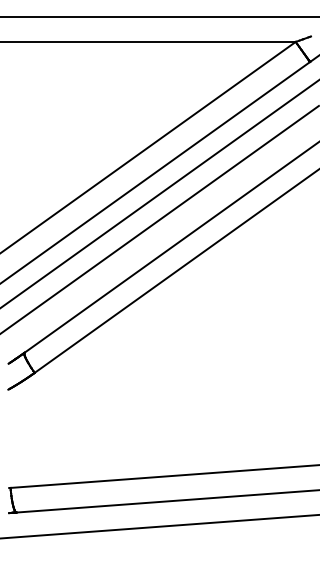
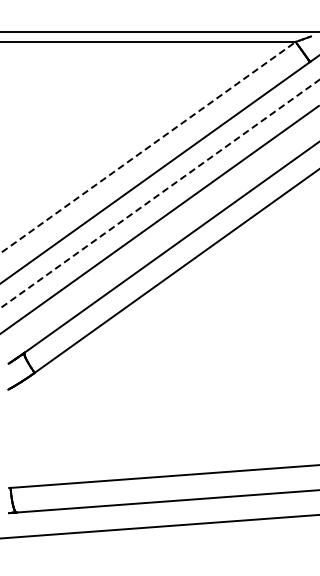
line at (159, 17) position: (159, 17) -> (159, 32)
line at (147, 147): solid -> dashed
line at (159, 194): solid -> dashed
